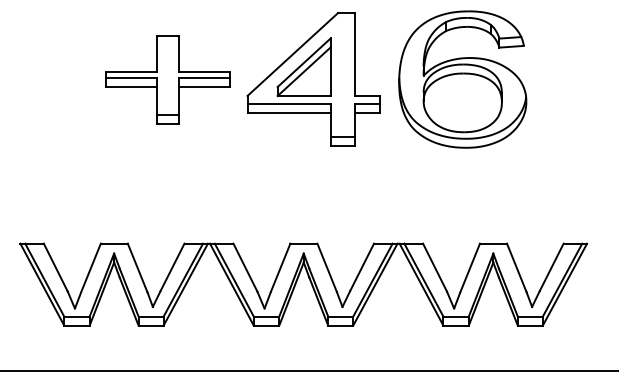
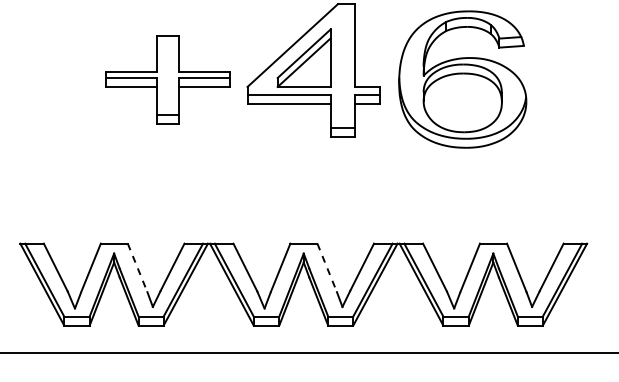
part at (313, 79) position: (313, 79) -> (313, 70)
line at (137, 268): solid -> dashed
line at (327, 268): solid -> dashed
line at (308, 370) position: (308, 370) -> (308, 352)
